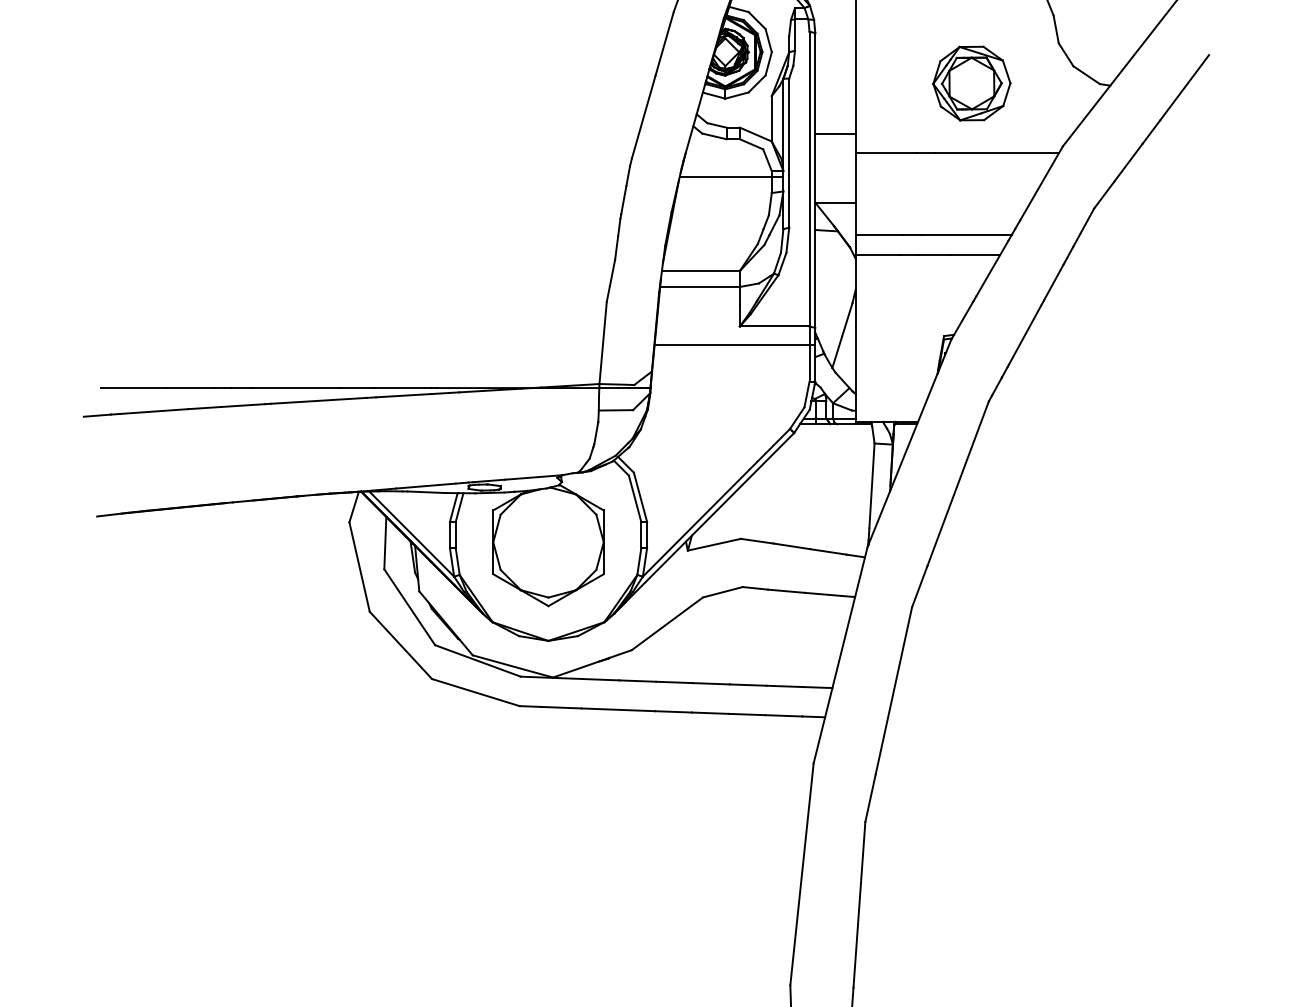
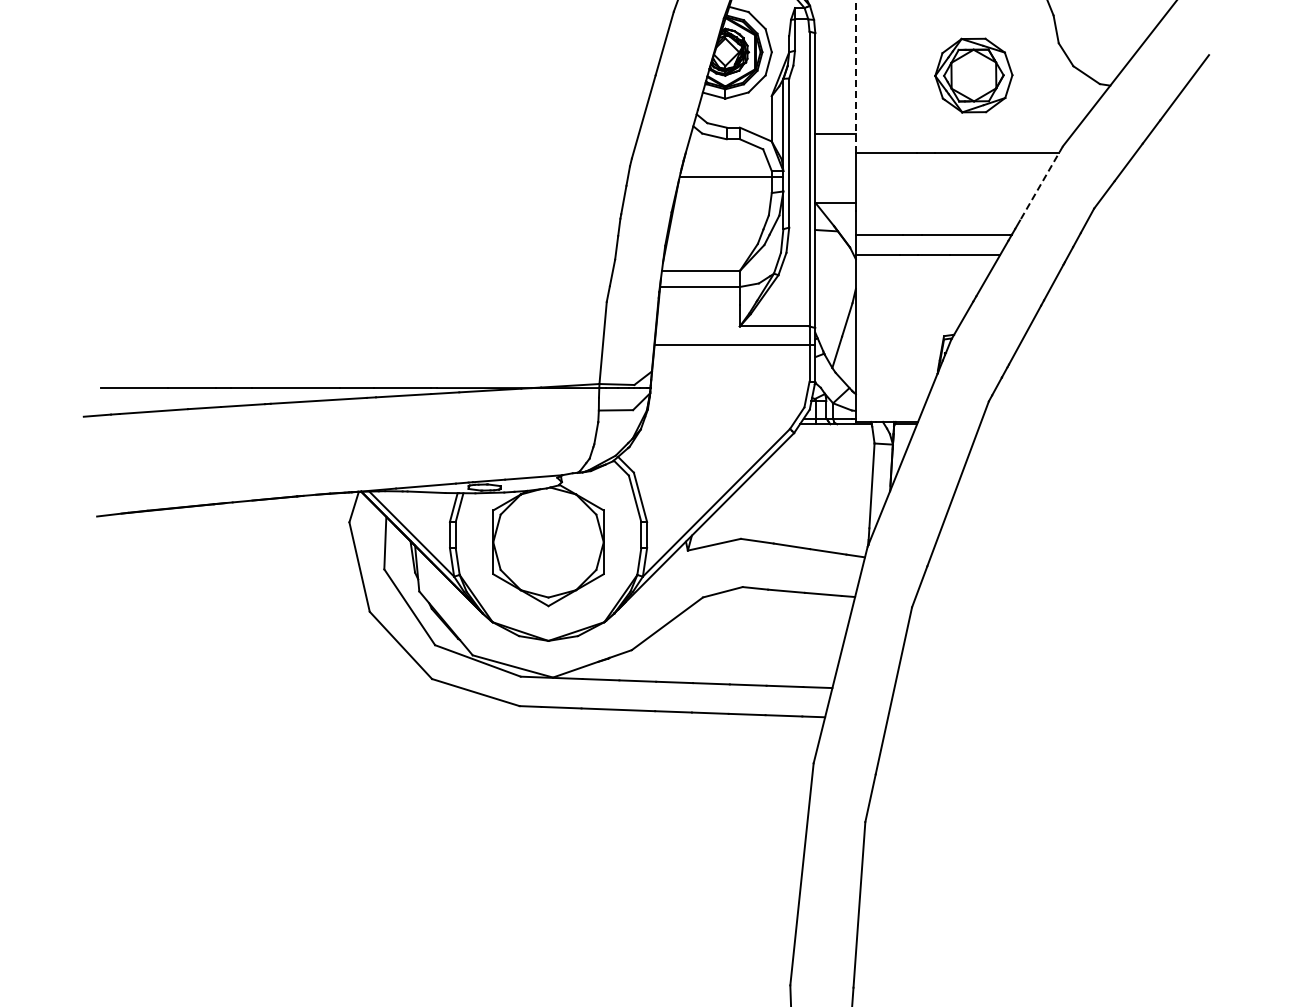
line at (855, 76): solid -> dashed
part at (971, 83) position: (971, 83) -> (973, 75)
line at (1041, 183): solid -> dashed
